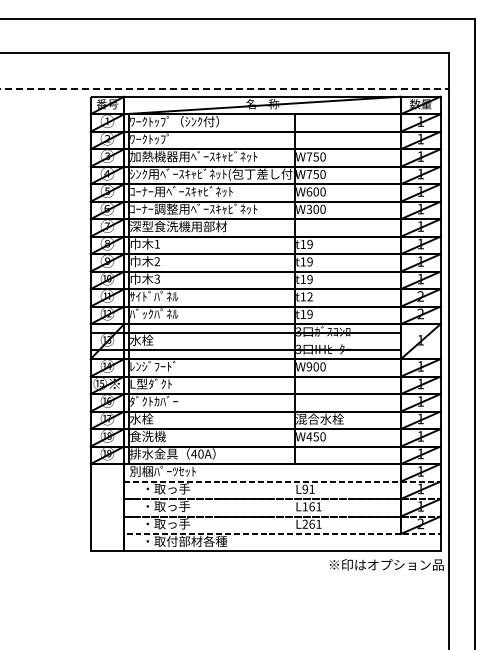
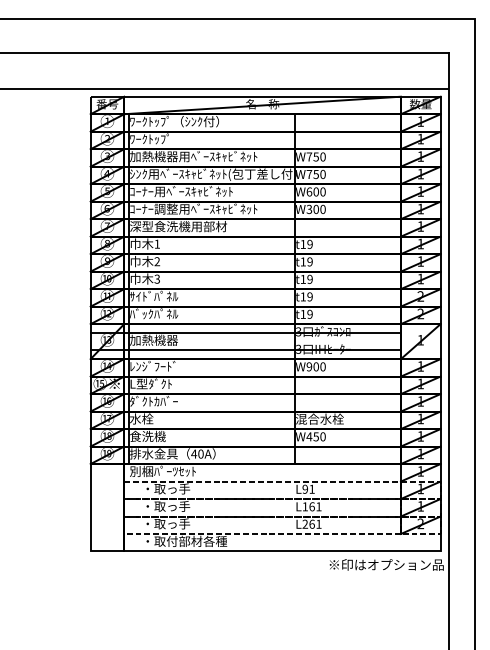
line at (225, 88): dashed -> solid
text at (309, 297): t12 -> t19
text at (153, 339): 水栓 -> 加熱機器
